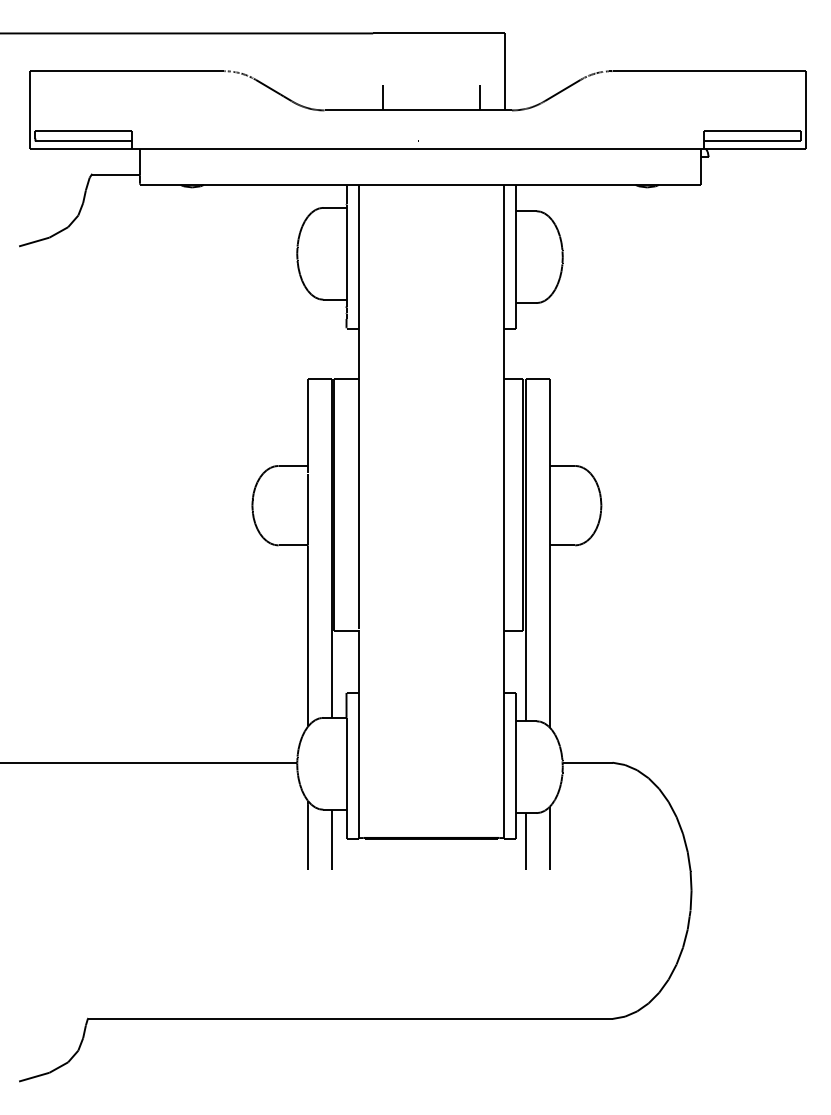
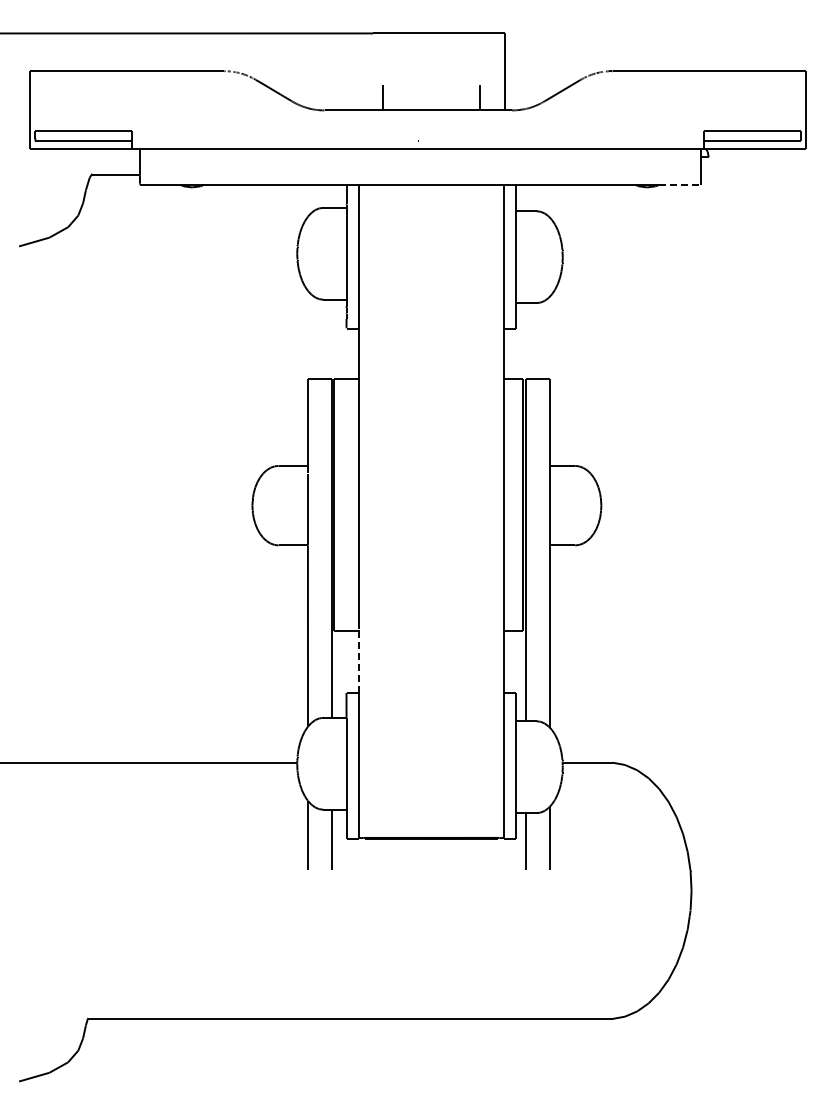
line at (679, 184): solid -> dashed
line at (358, 662): solid -> dashed
